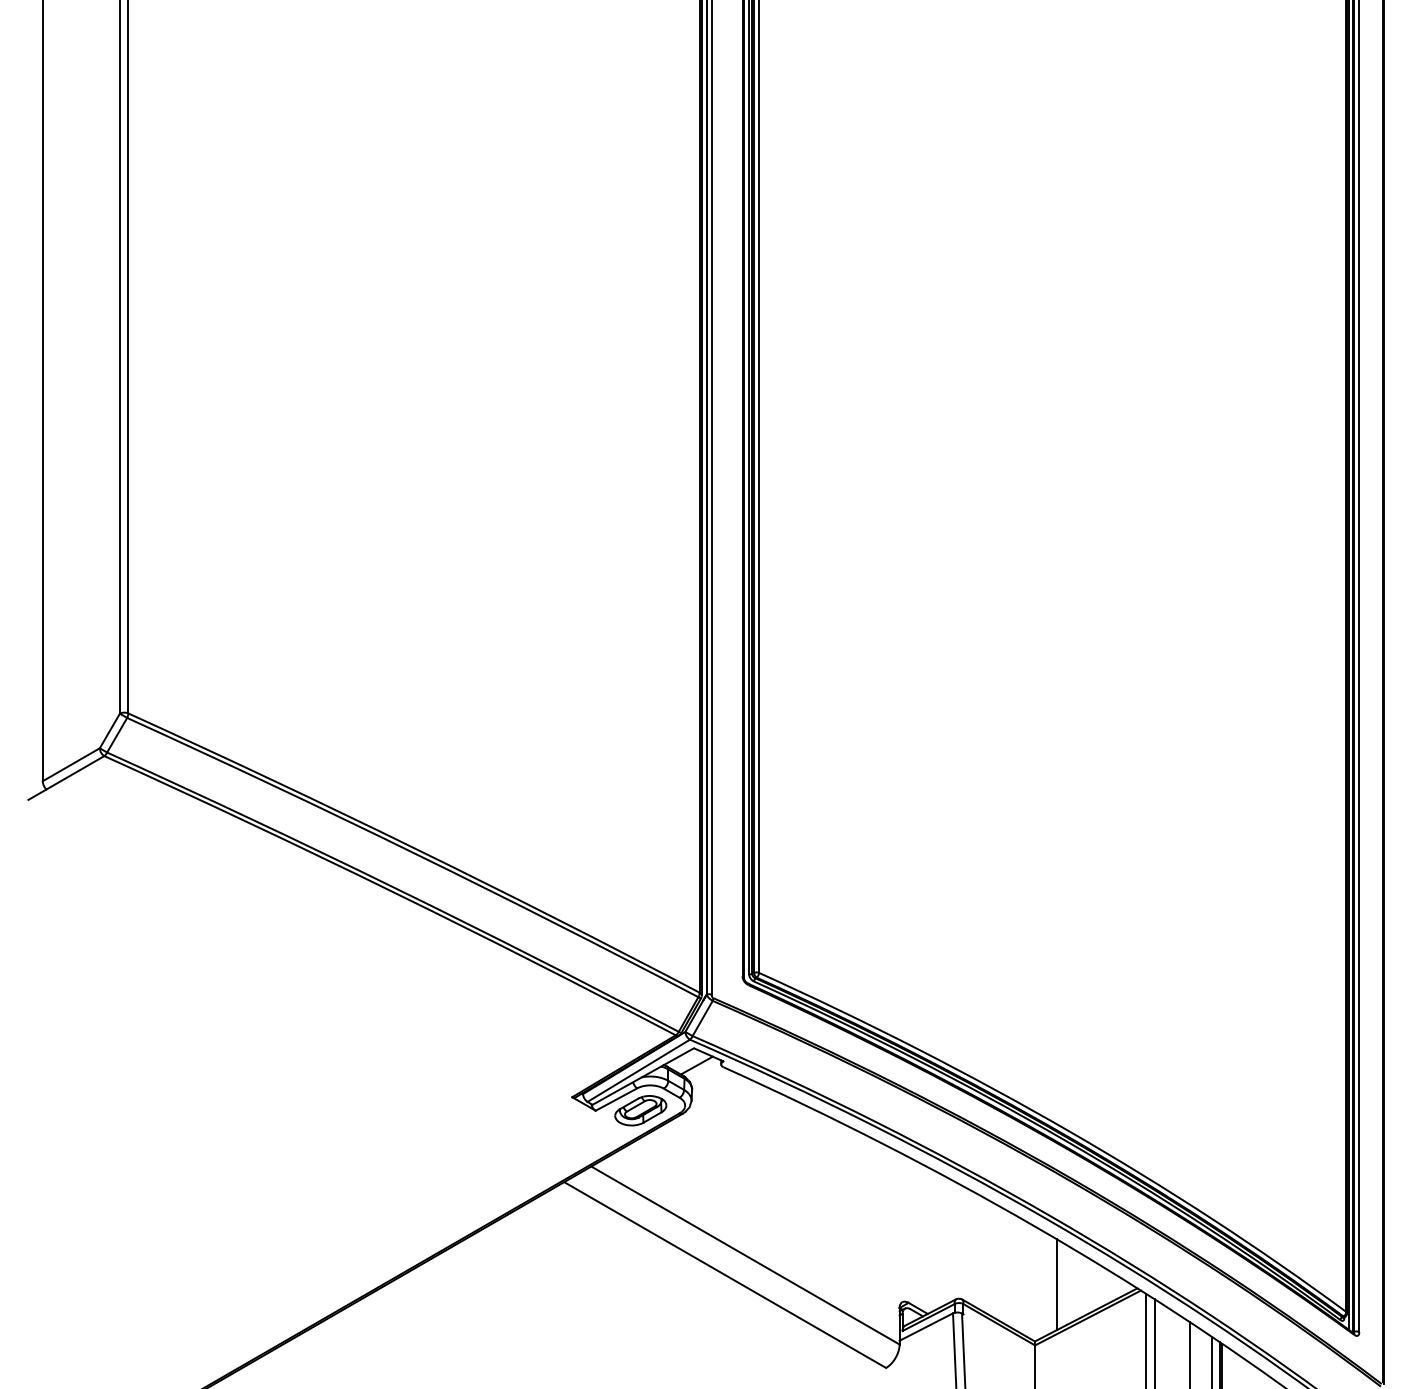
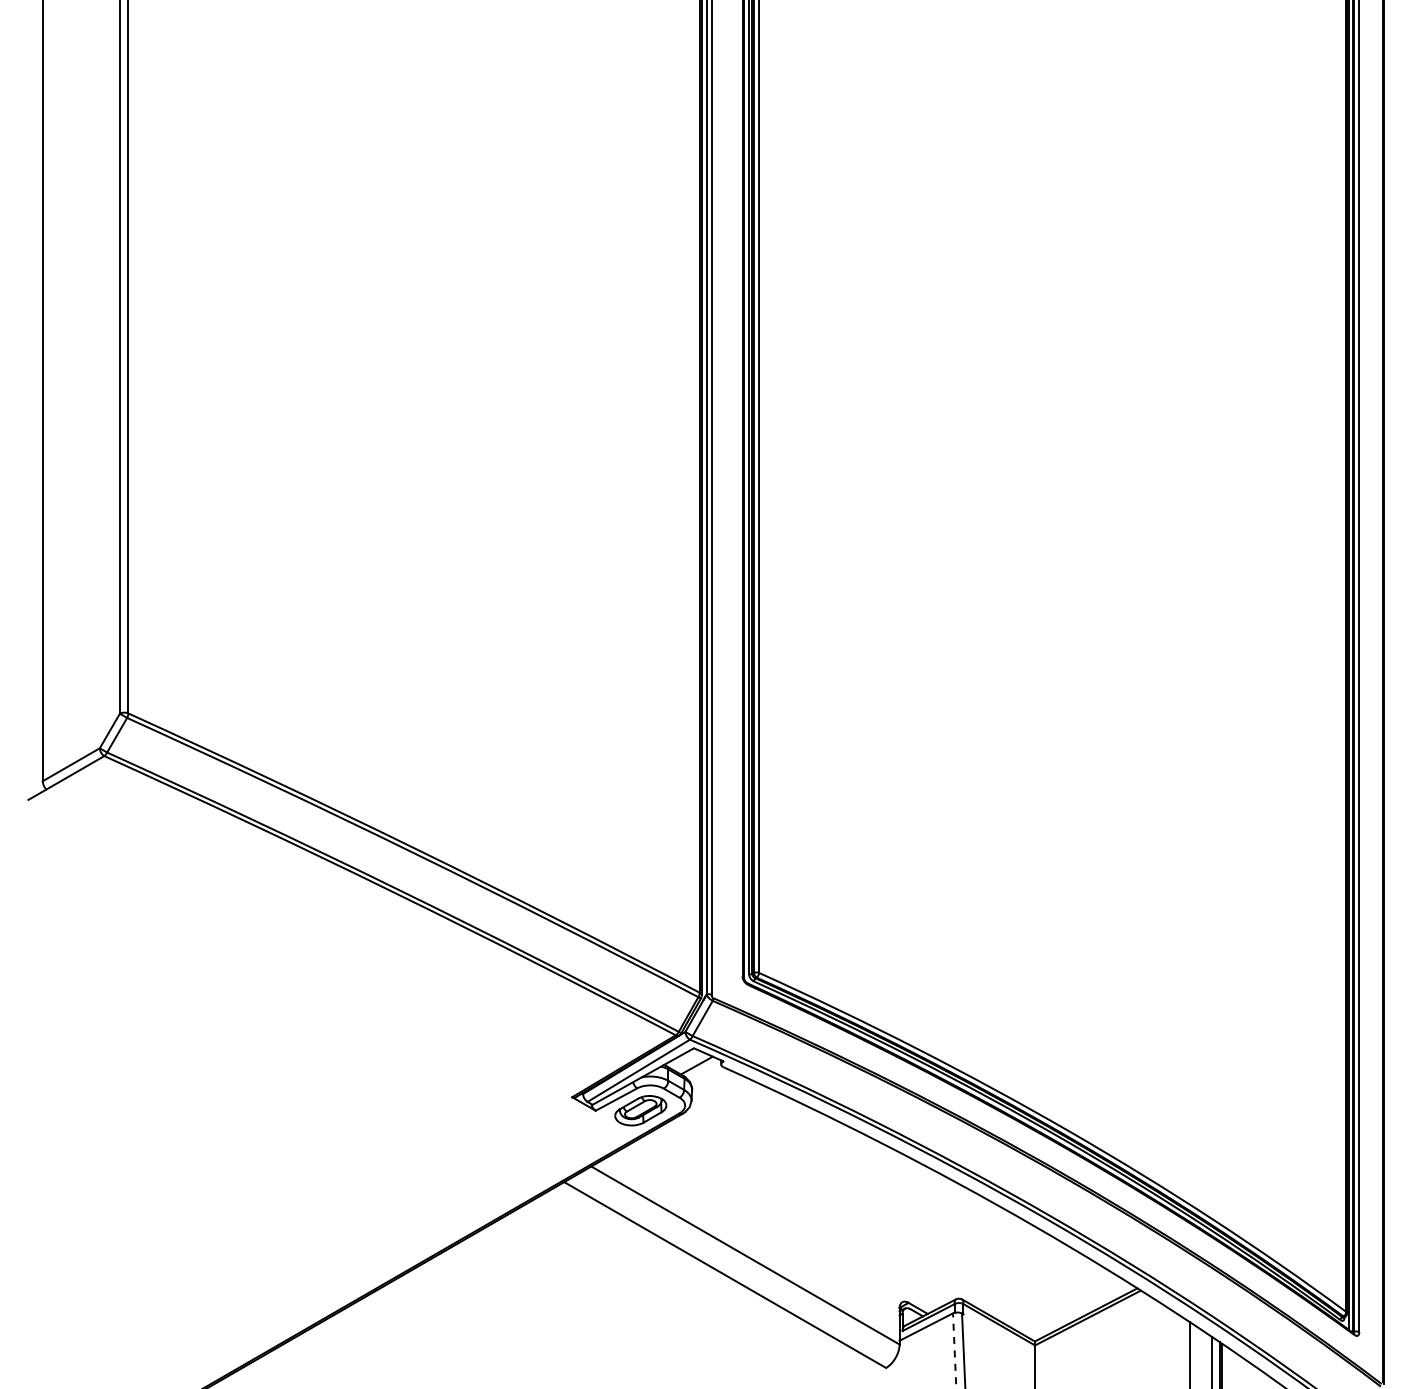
line at (1056, 1284): present -> none
line at (1146, 1339): present -> none
line at (1154, 1342): present -> none
line at (954, 1350): solid -> dashed
